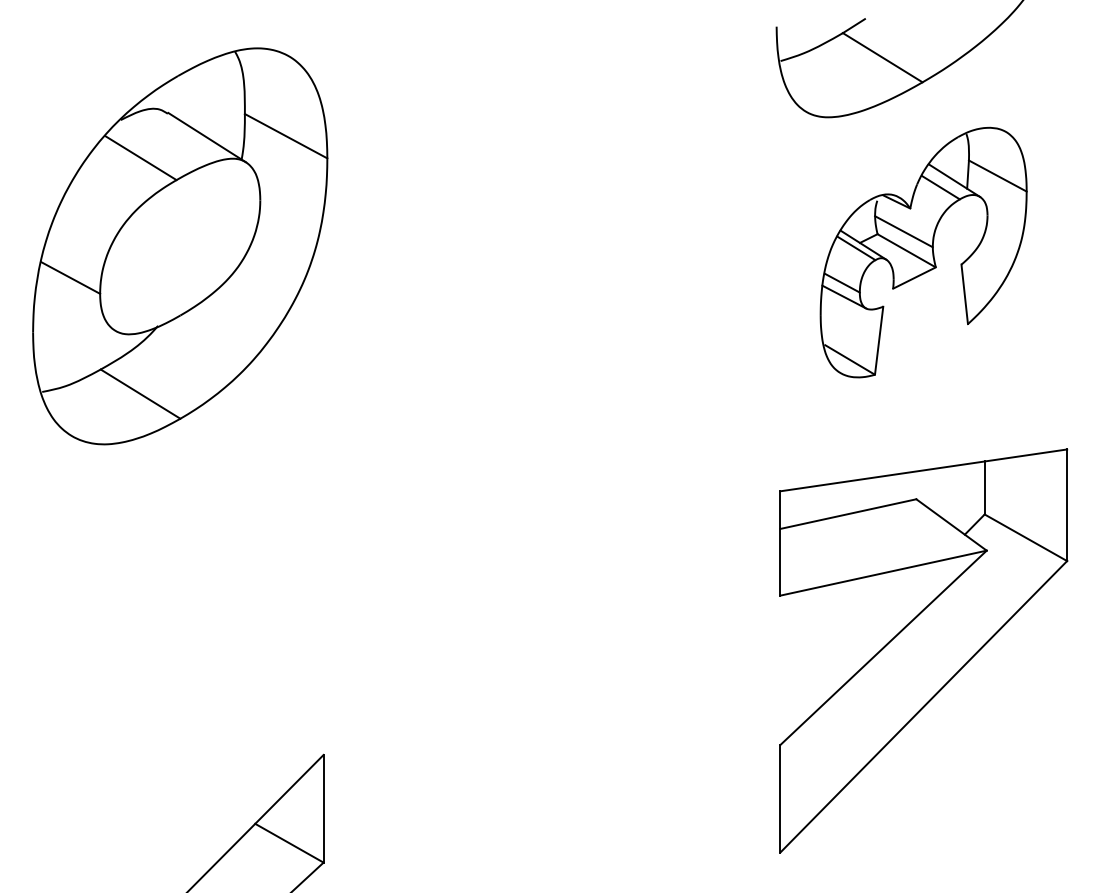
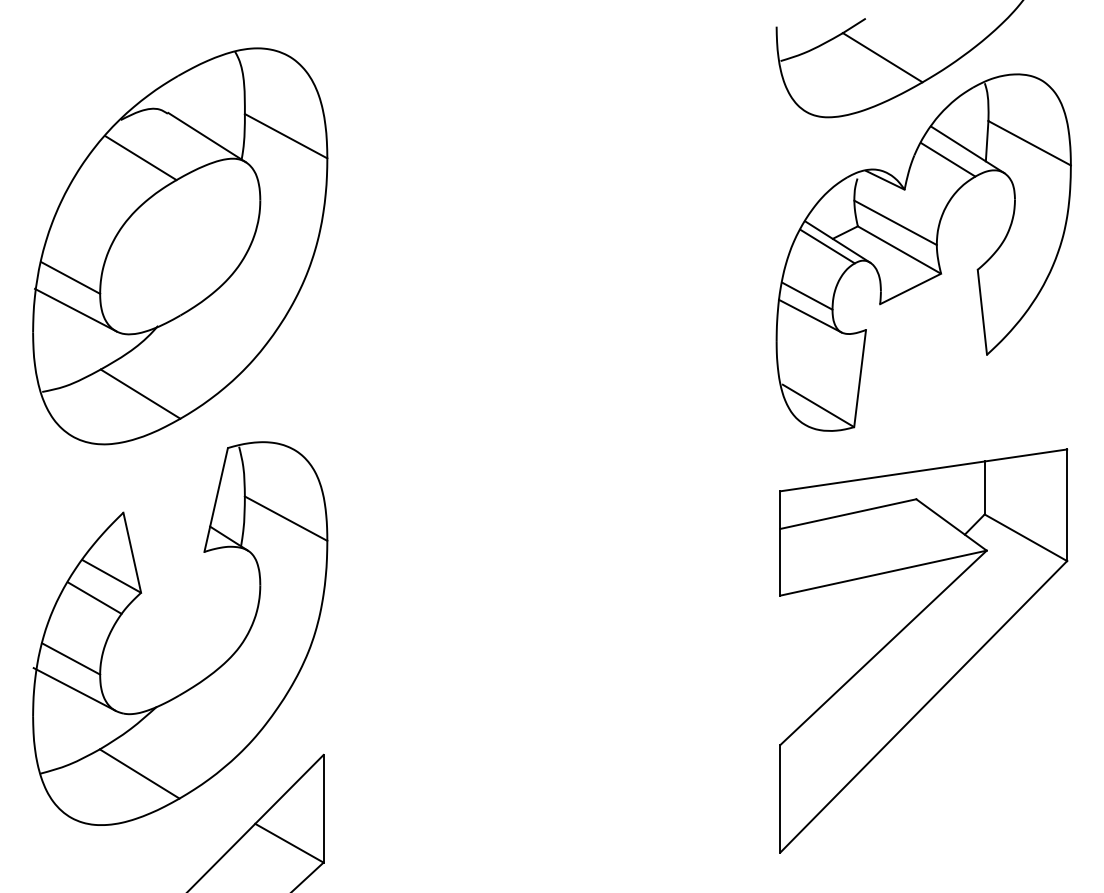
part at (923, 252) size: 209x253 px -> 297x359 px
line at (75, 309): none -> present
part at (210, 673): none -> present
